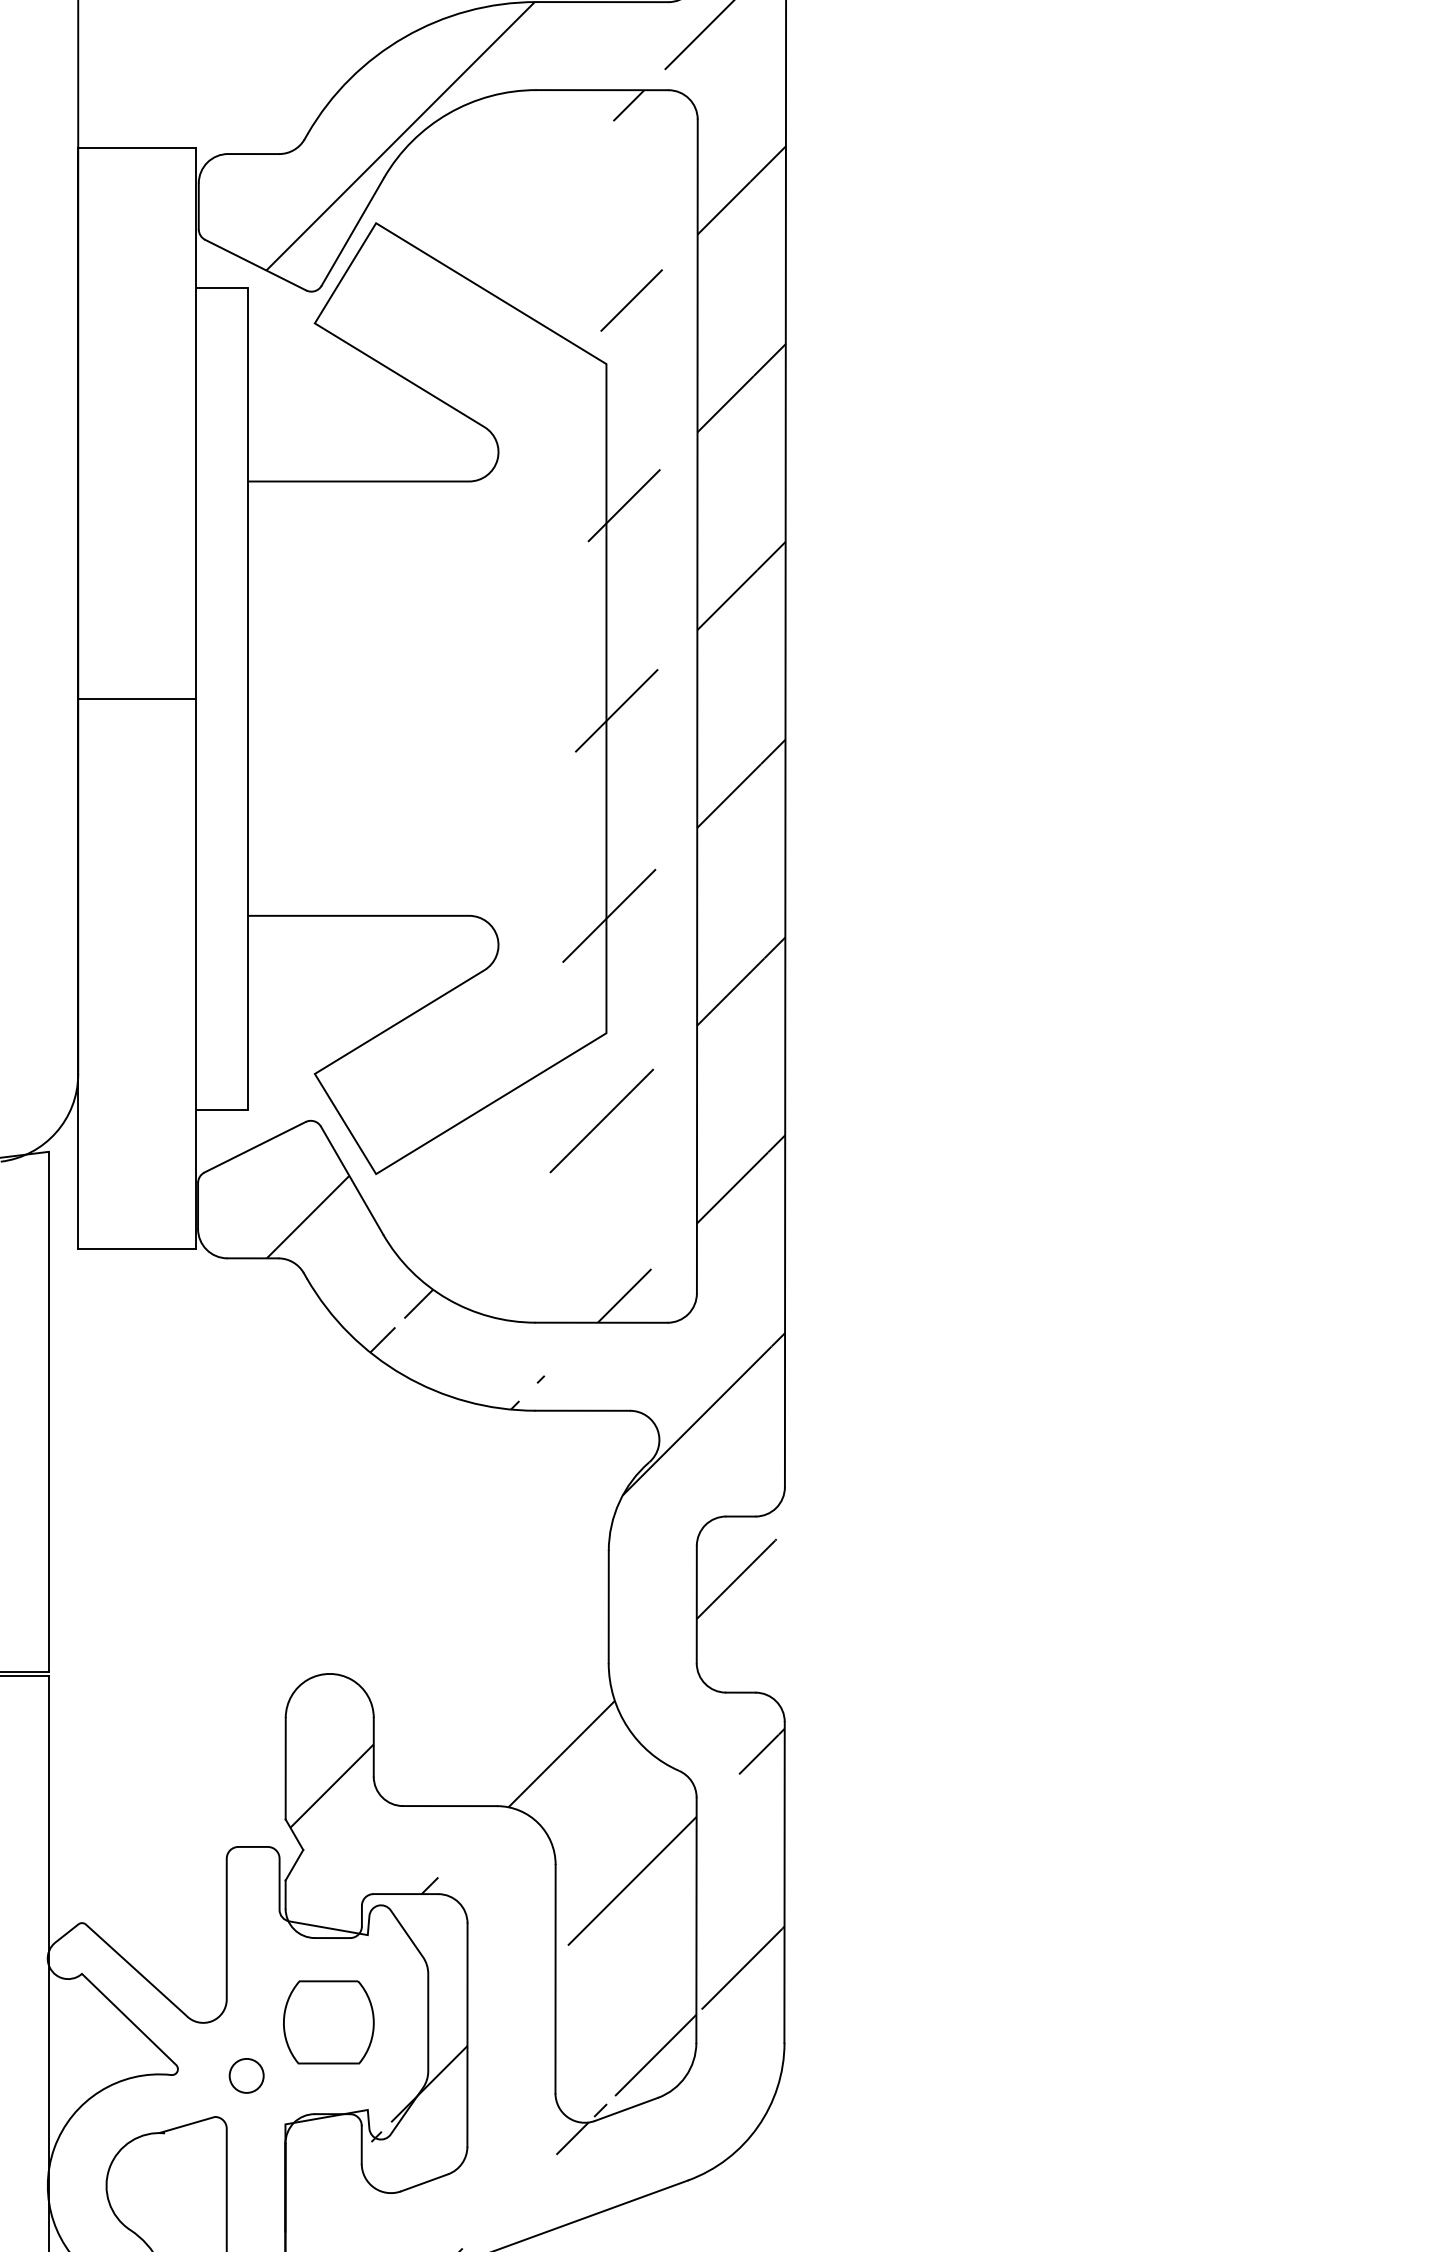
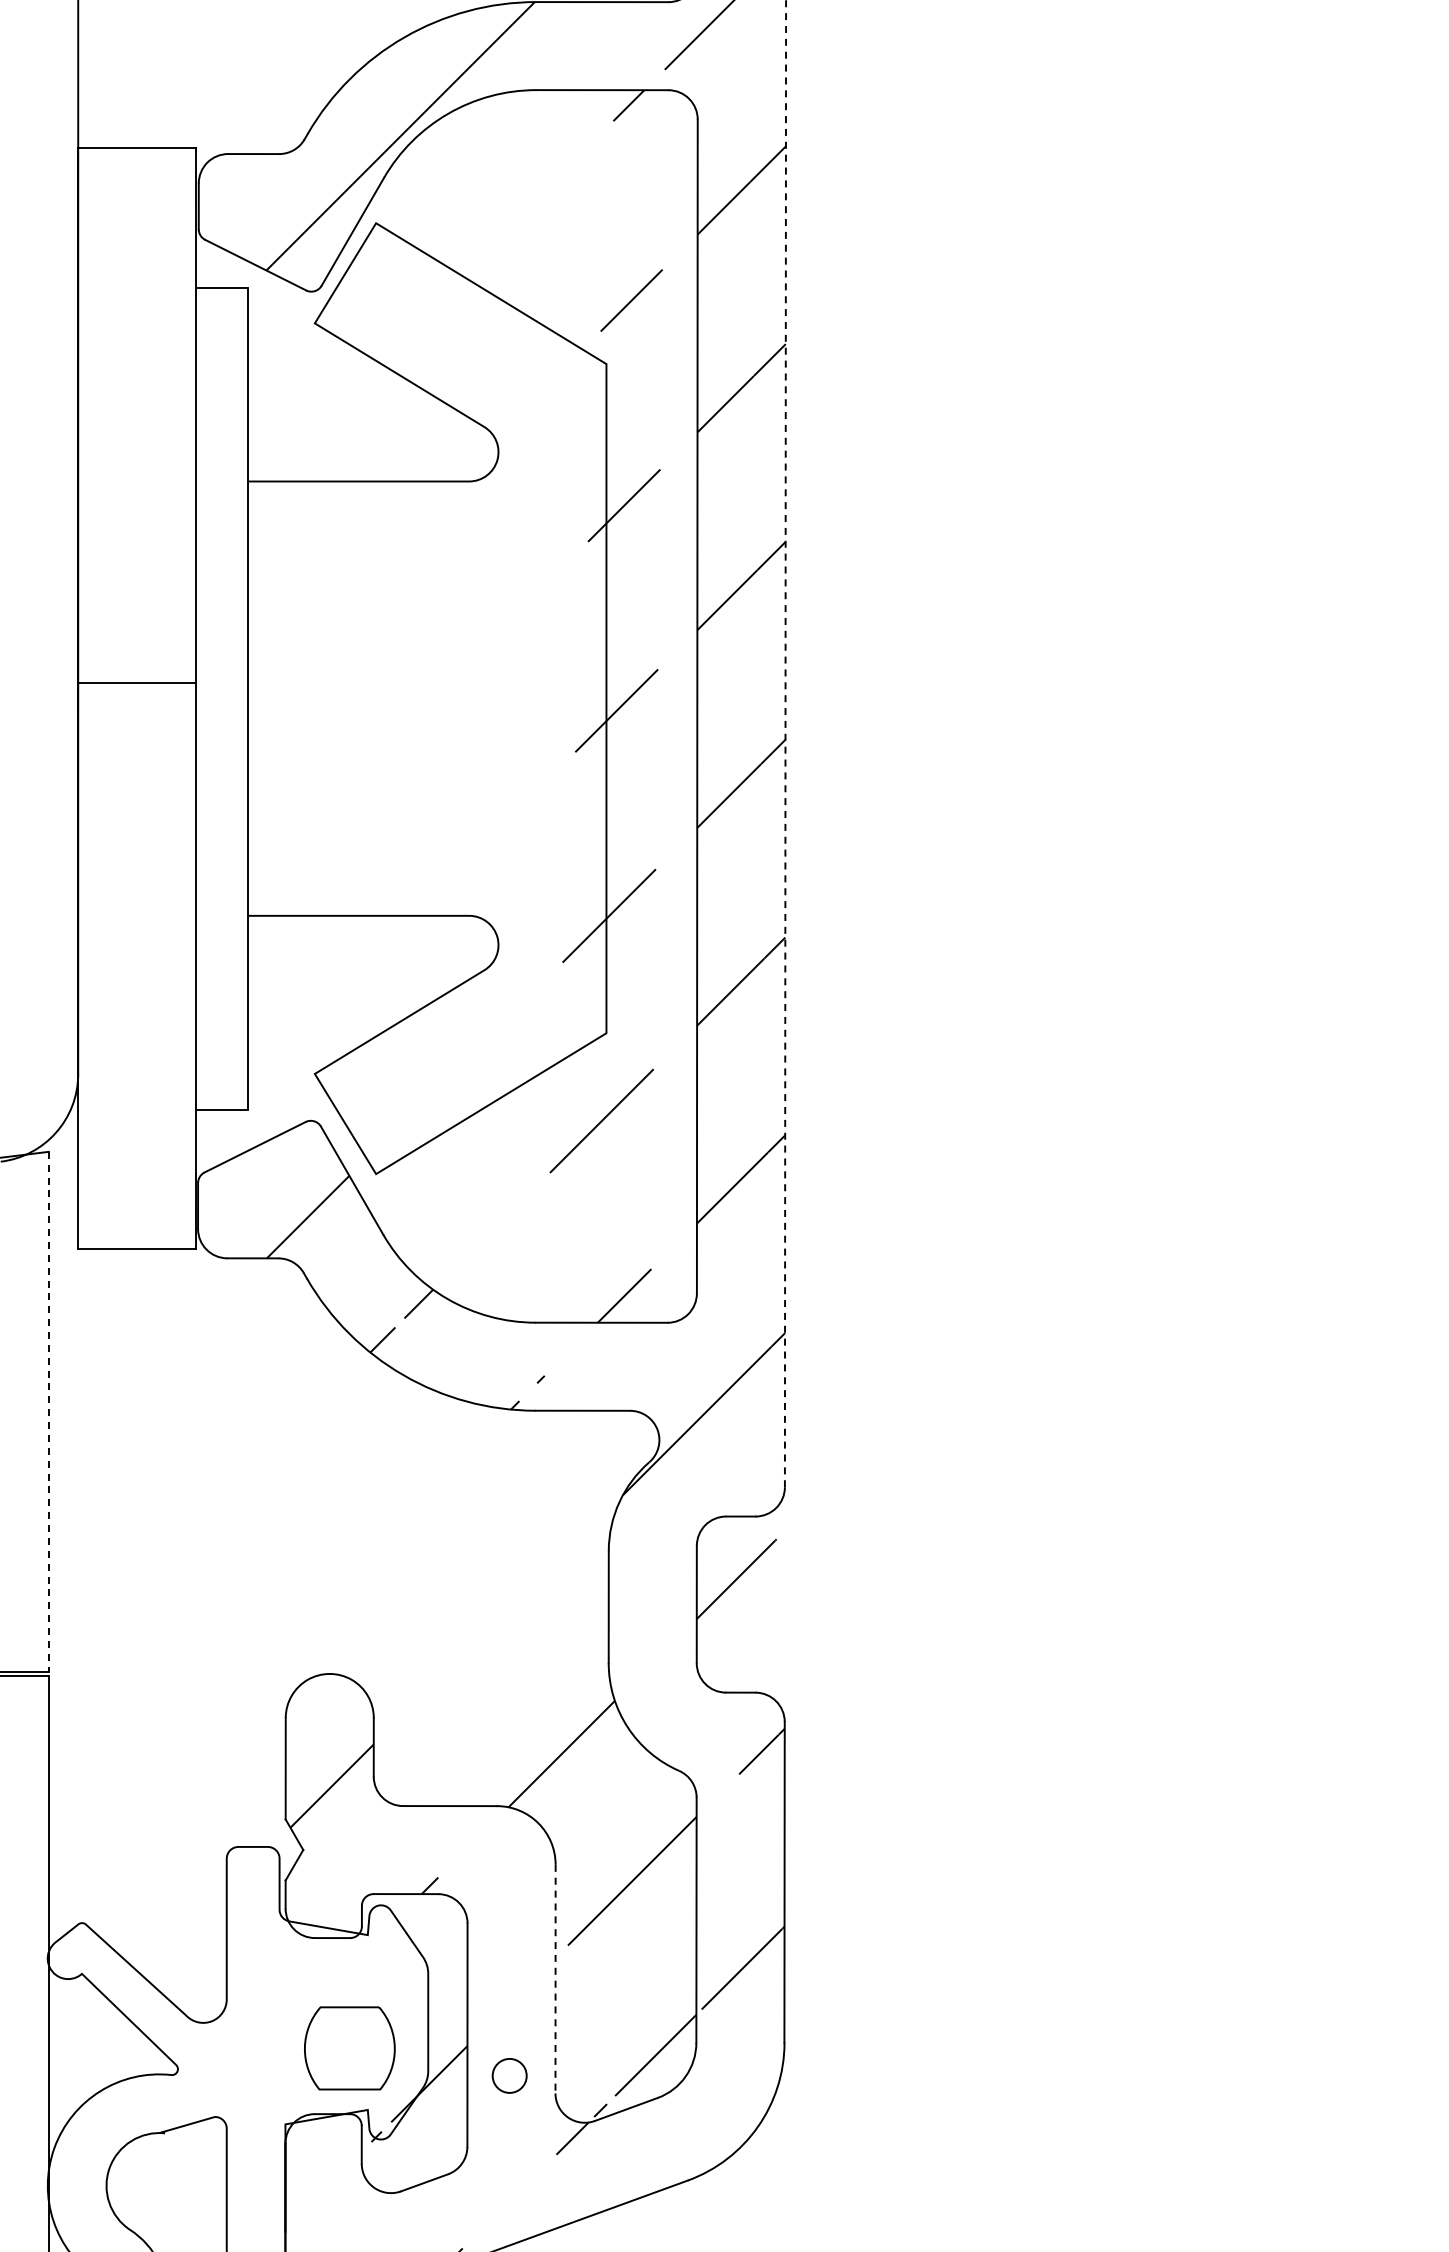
line at (136, 698) position: (136, 698) -> (136, 682)
line at (785, 743): solid -> dashed
line at (48, 1411): solid -> dashed
line at (555, 1979): solid -> dashed
part at (328, 2022) position: (328, 2022) -> (349, 2048)
circle at (246, 2075) position: (246, 2075) -> (509, 2075)
